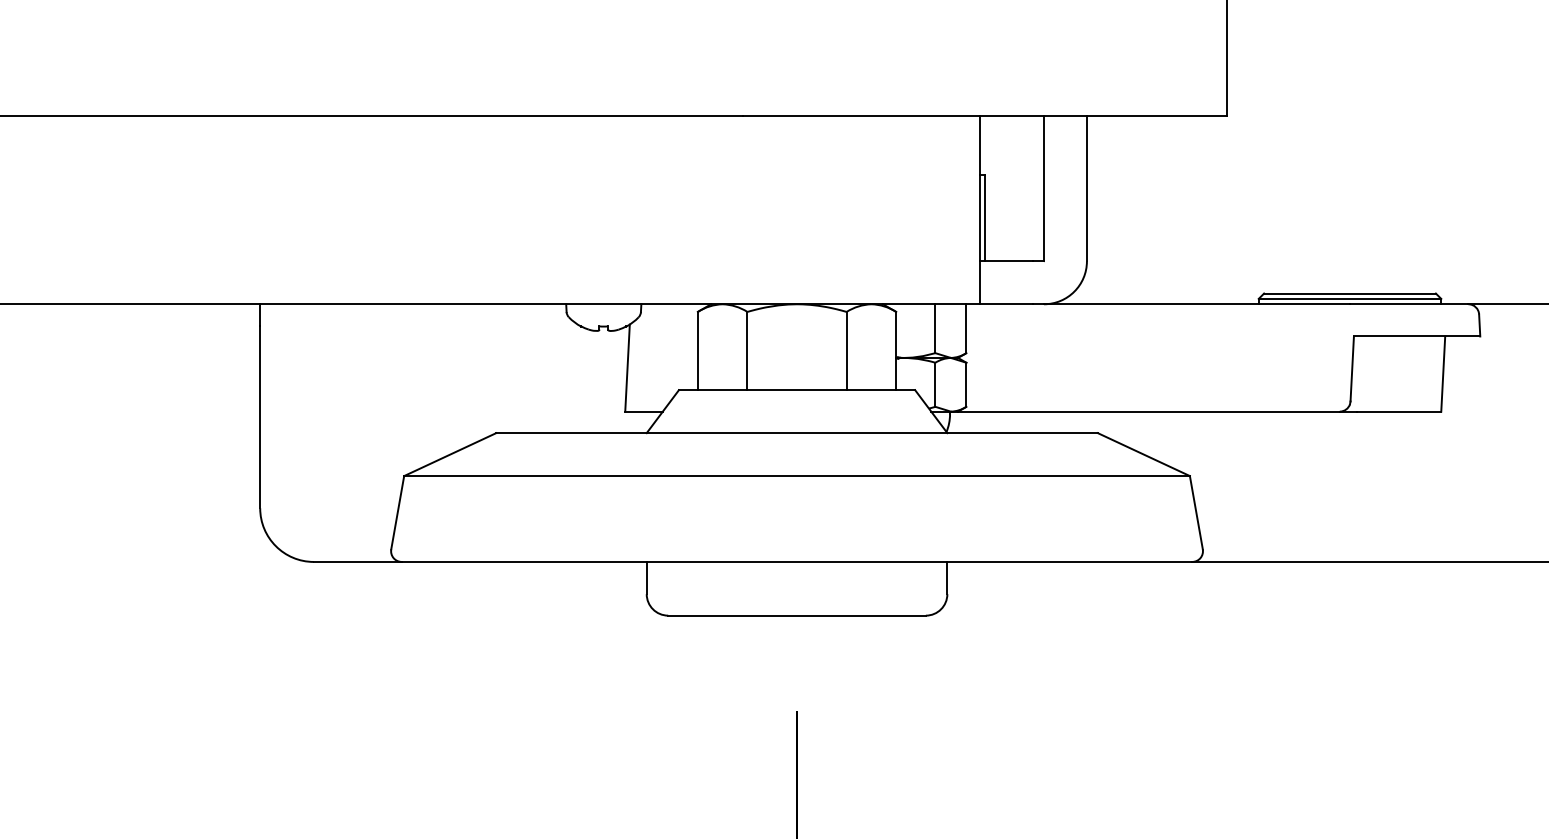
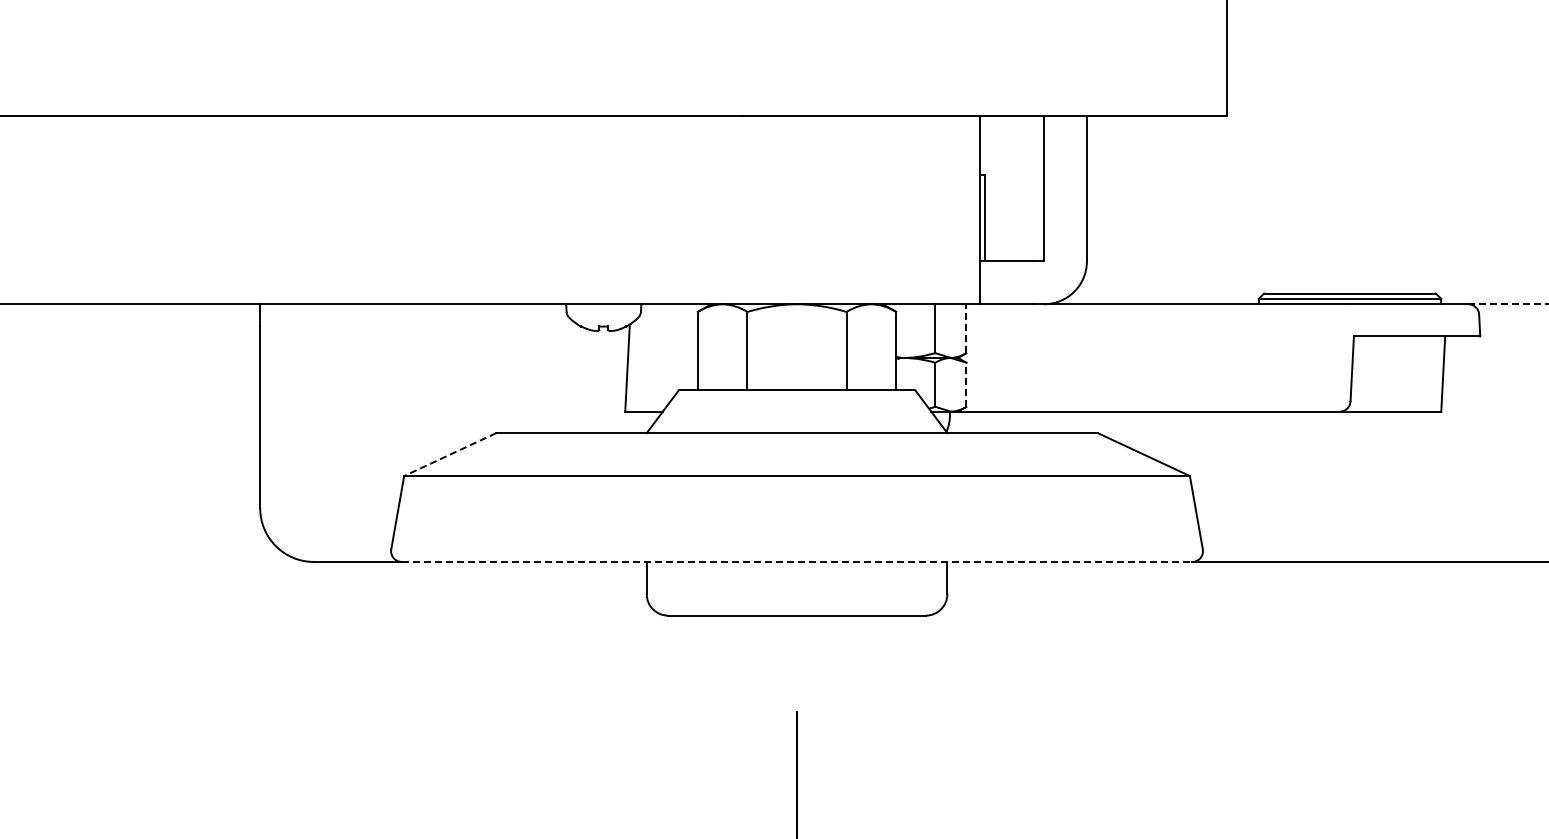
line at (1508, 304): solid -> dashed
line at (966, 328): solid -> dashed
line at (966, 384): solid -> dashed
line at (450, 454): solid -> dashed
line at (797, 561): solid -> dashed
